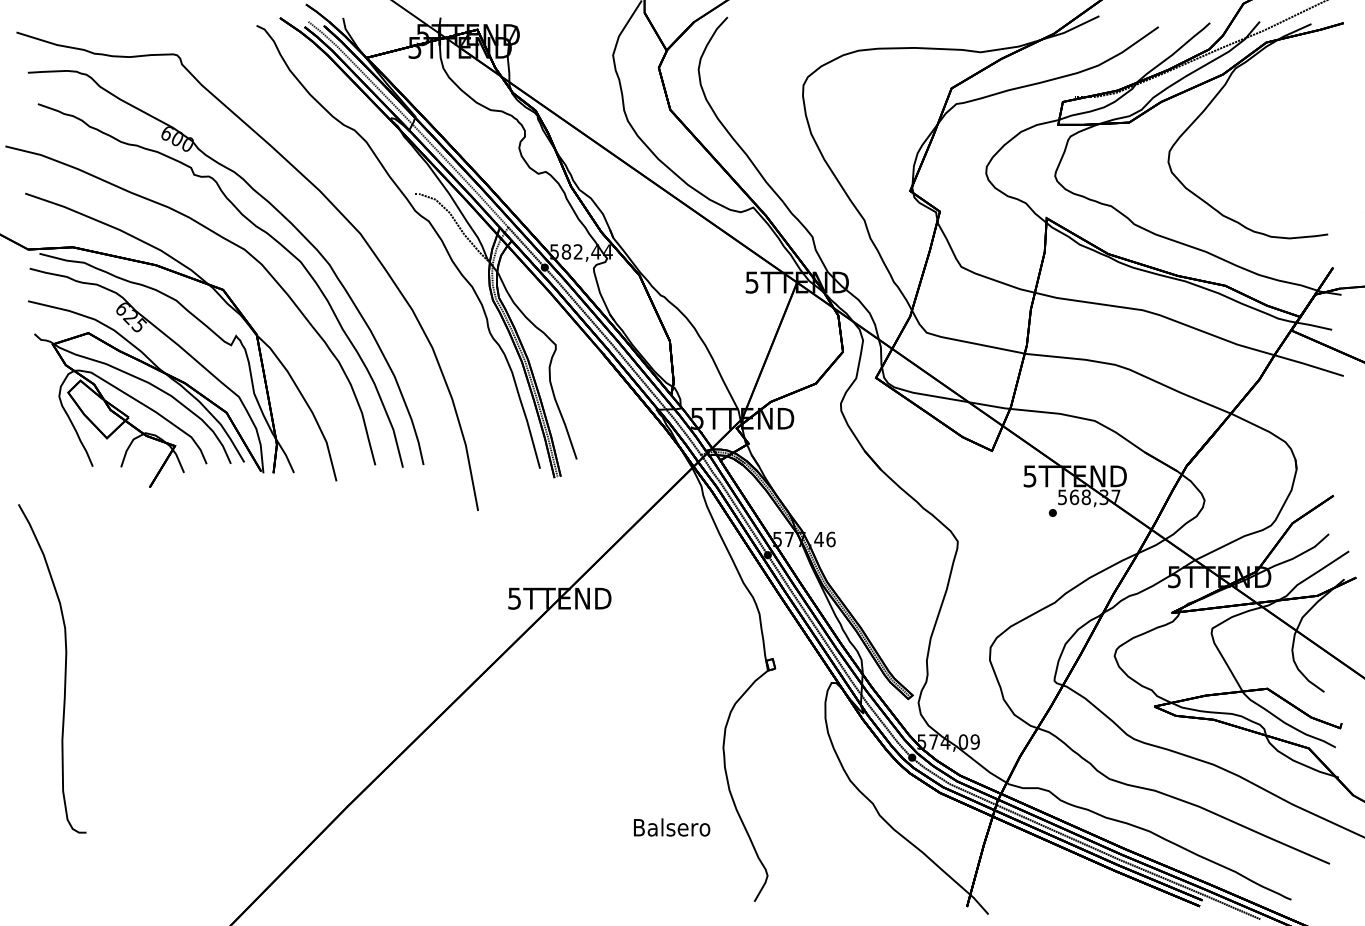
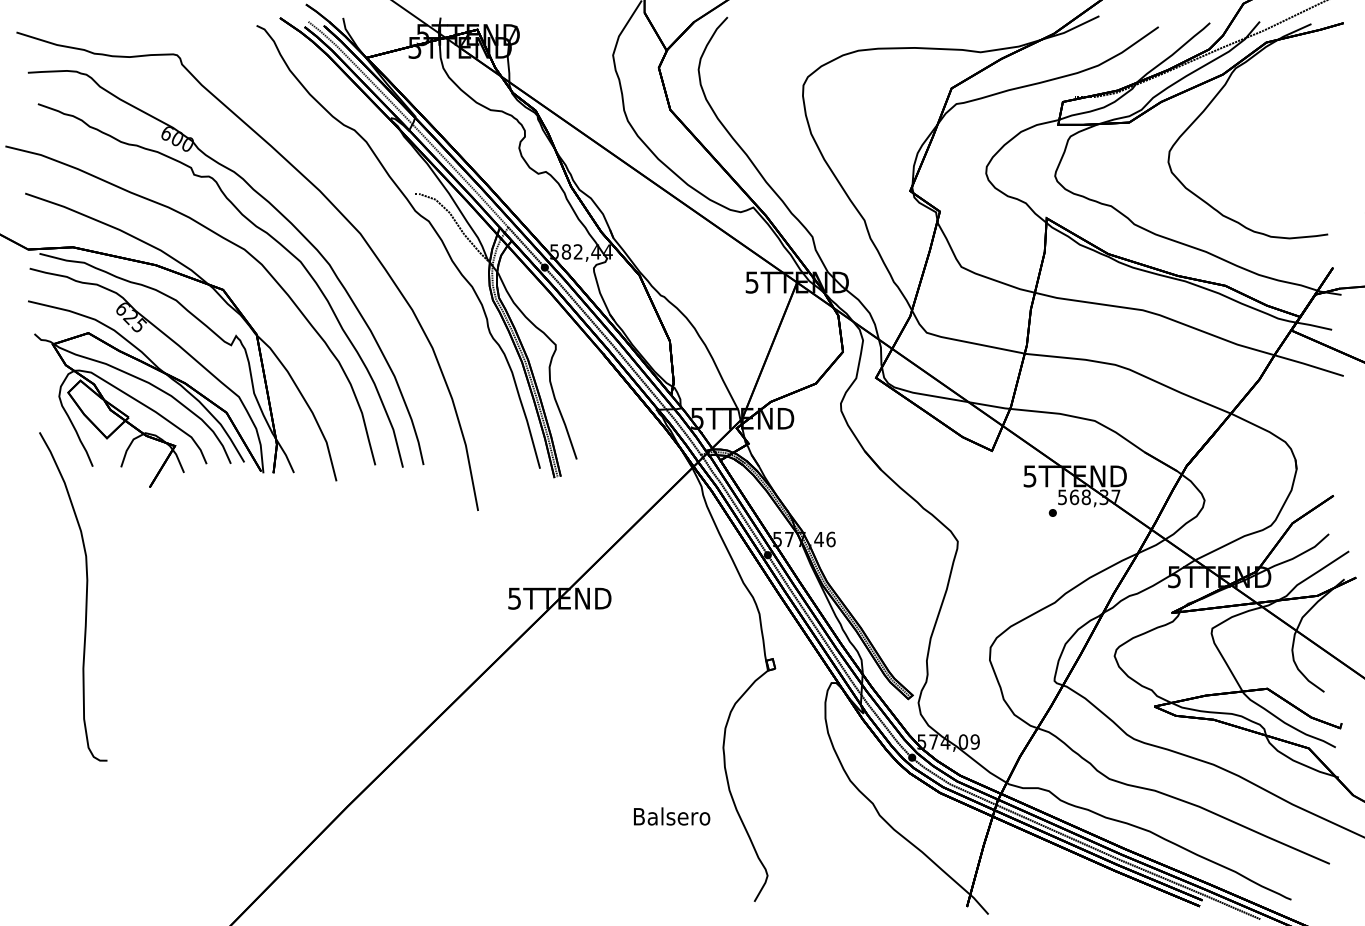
curve at (64, 668) position: (64, 668) -> (85, 596)
text at (672, 827) position: (672, 827) -> (672, 816)
